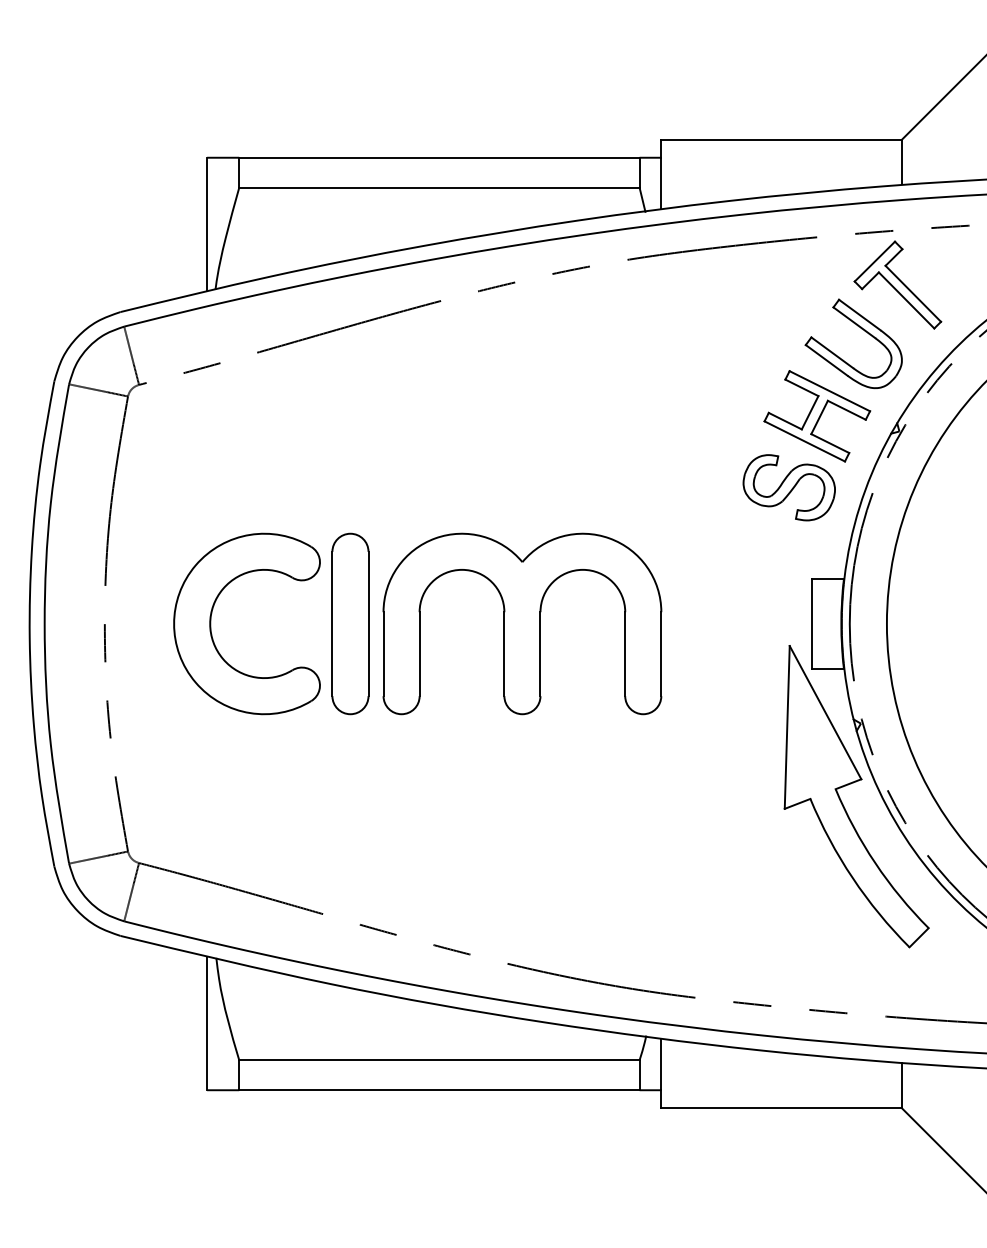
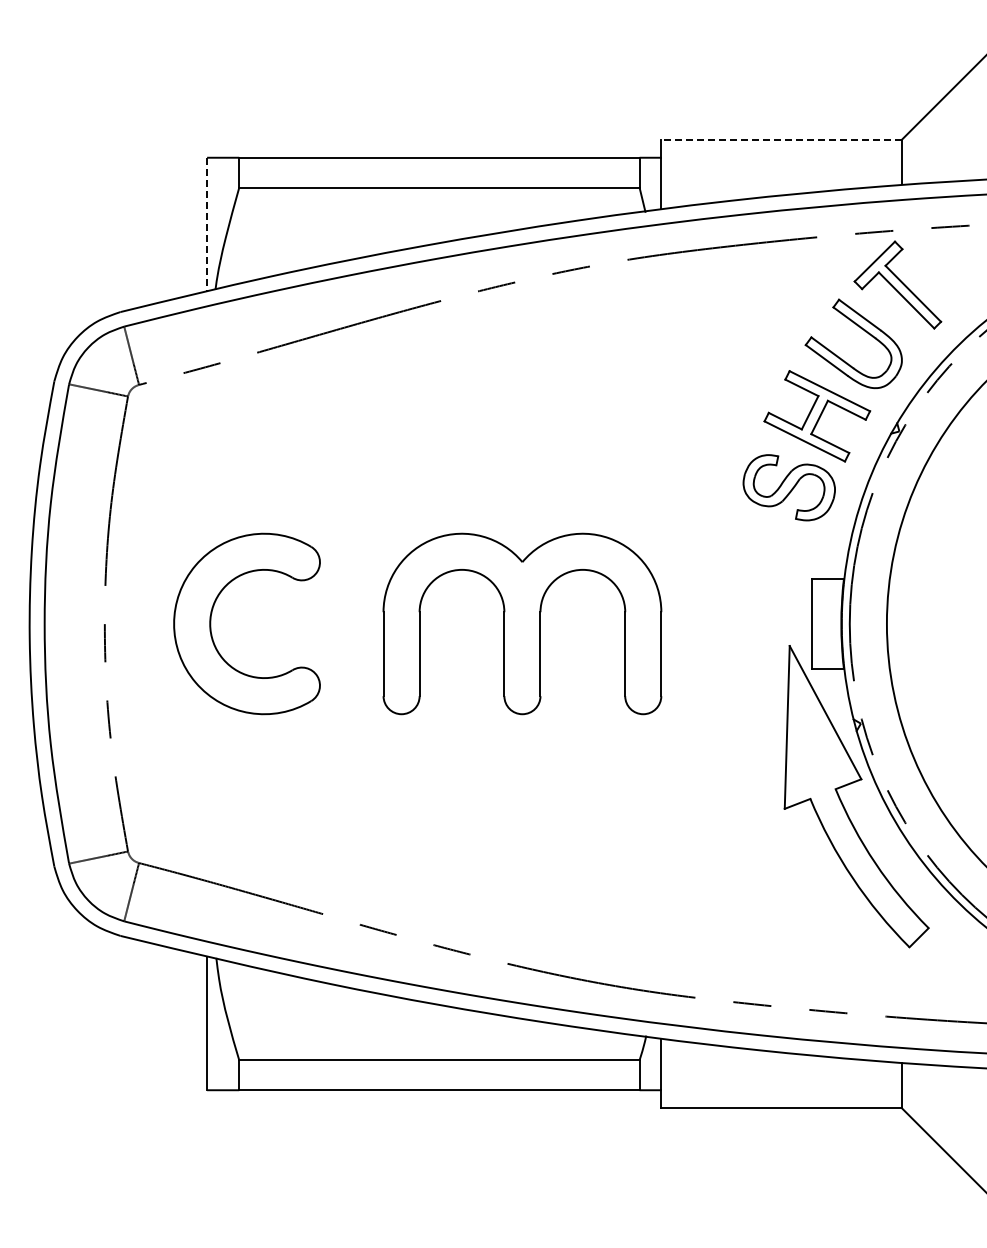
line at (781, 139): solid -> dashed
line at (207, 224): solid -> dashed
part at (350, 623): present -> none
